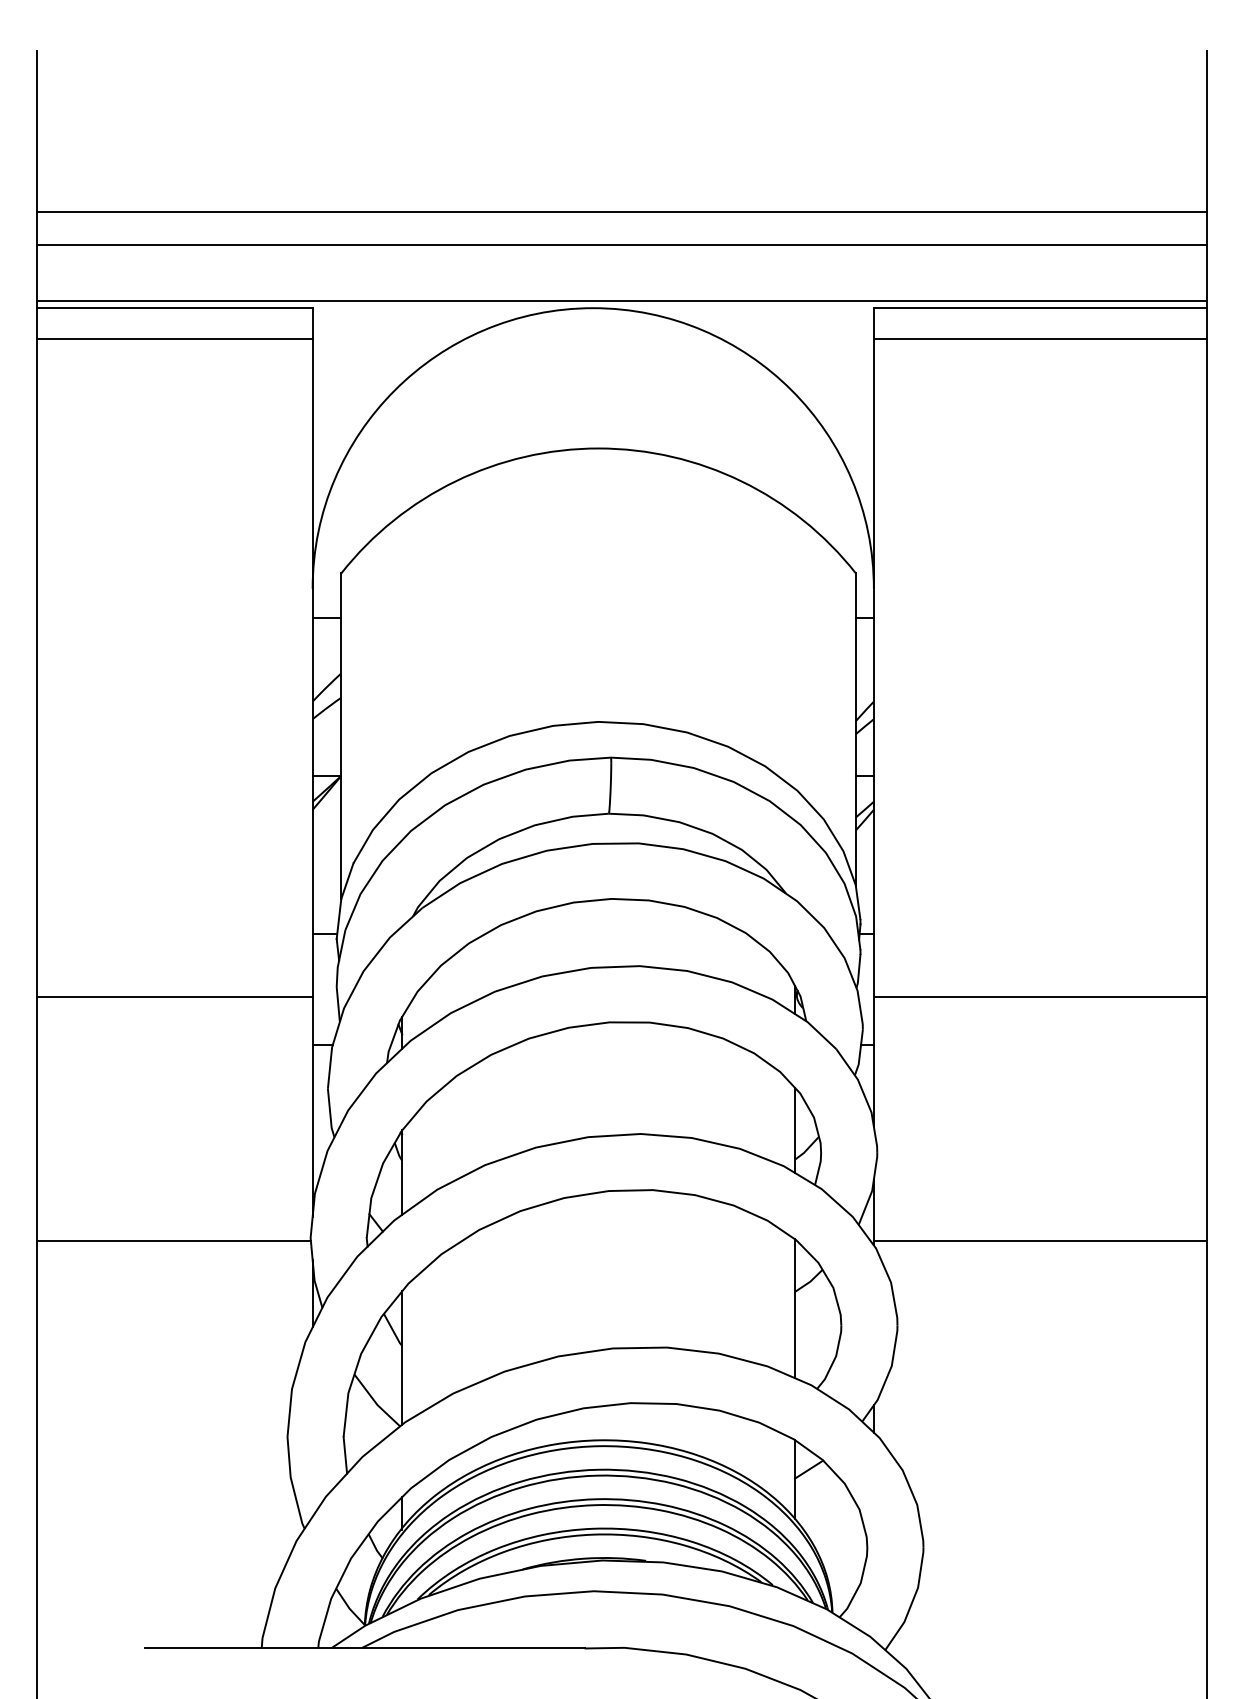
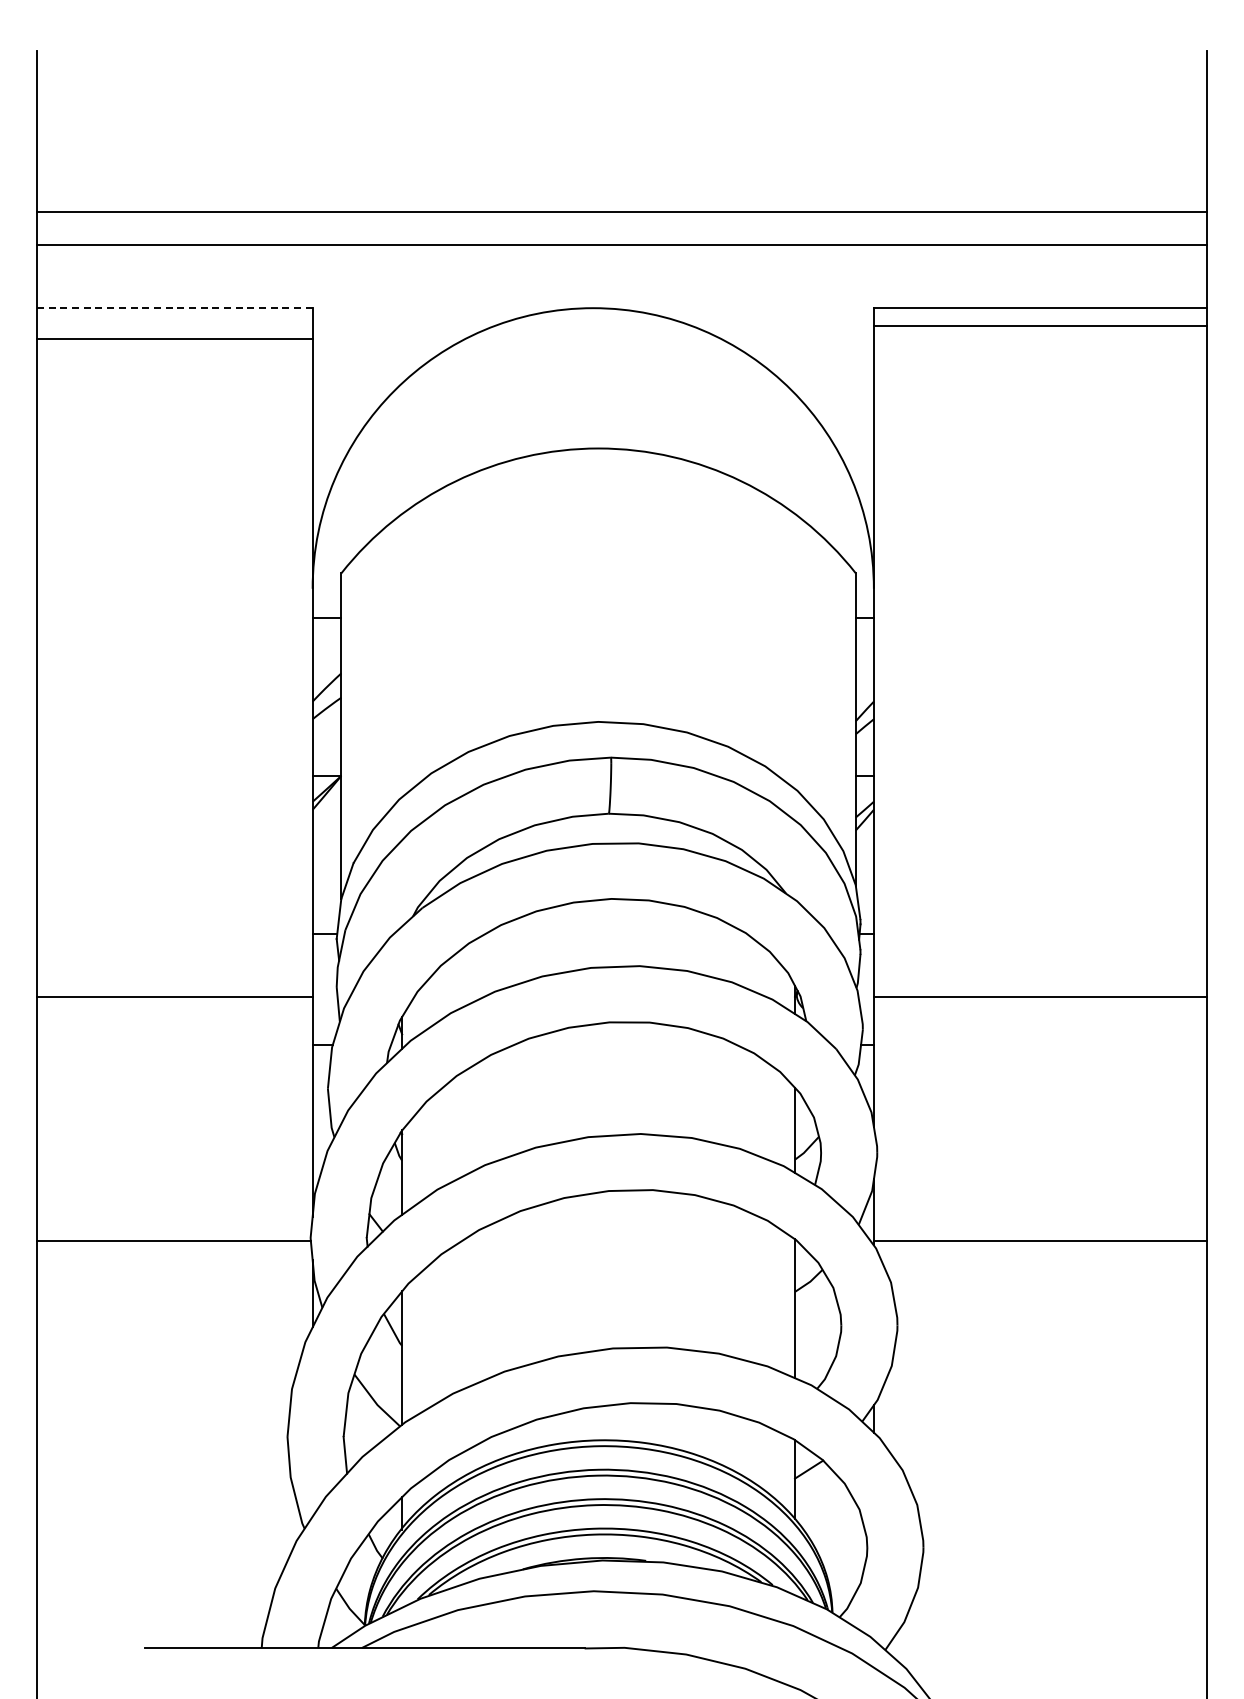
line at (621, 300): present -> none
line at (175, 308): solid -> dashed
line at (1039, 338) position: (1039, 338) -> (1039, 325)
